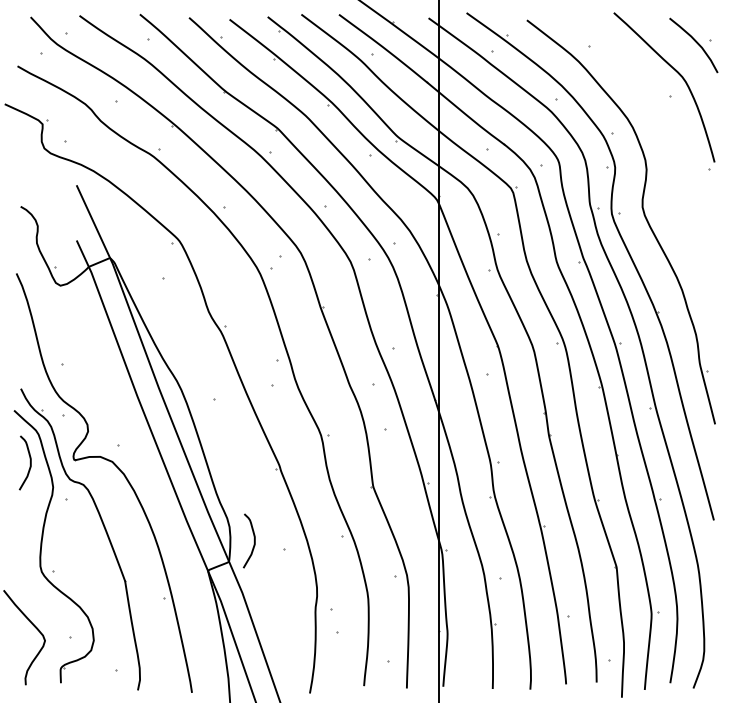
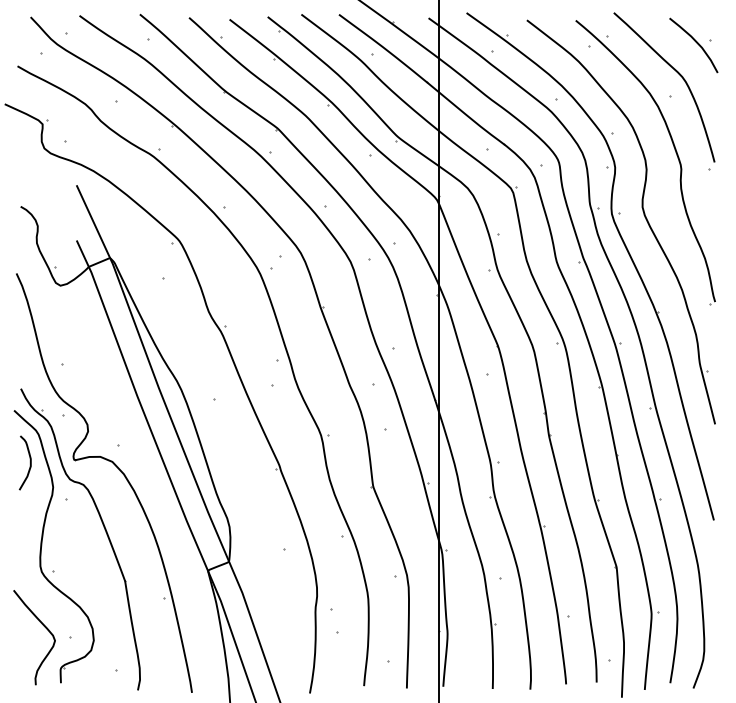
part at (674, 150): none -> present
curve at (253, 540): present -> none
curve at (34, 627) position: (34, 627) -> (44, 627)
